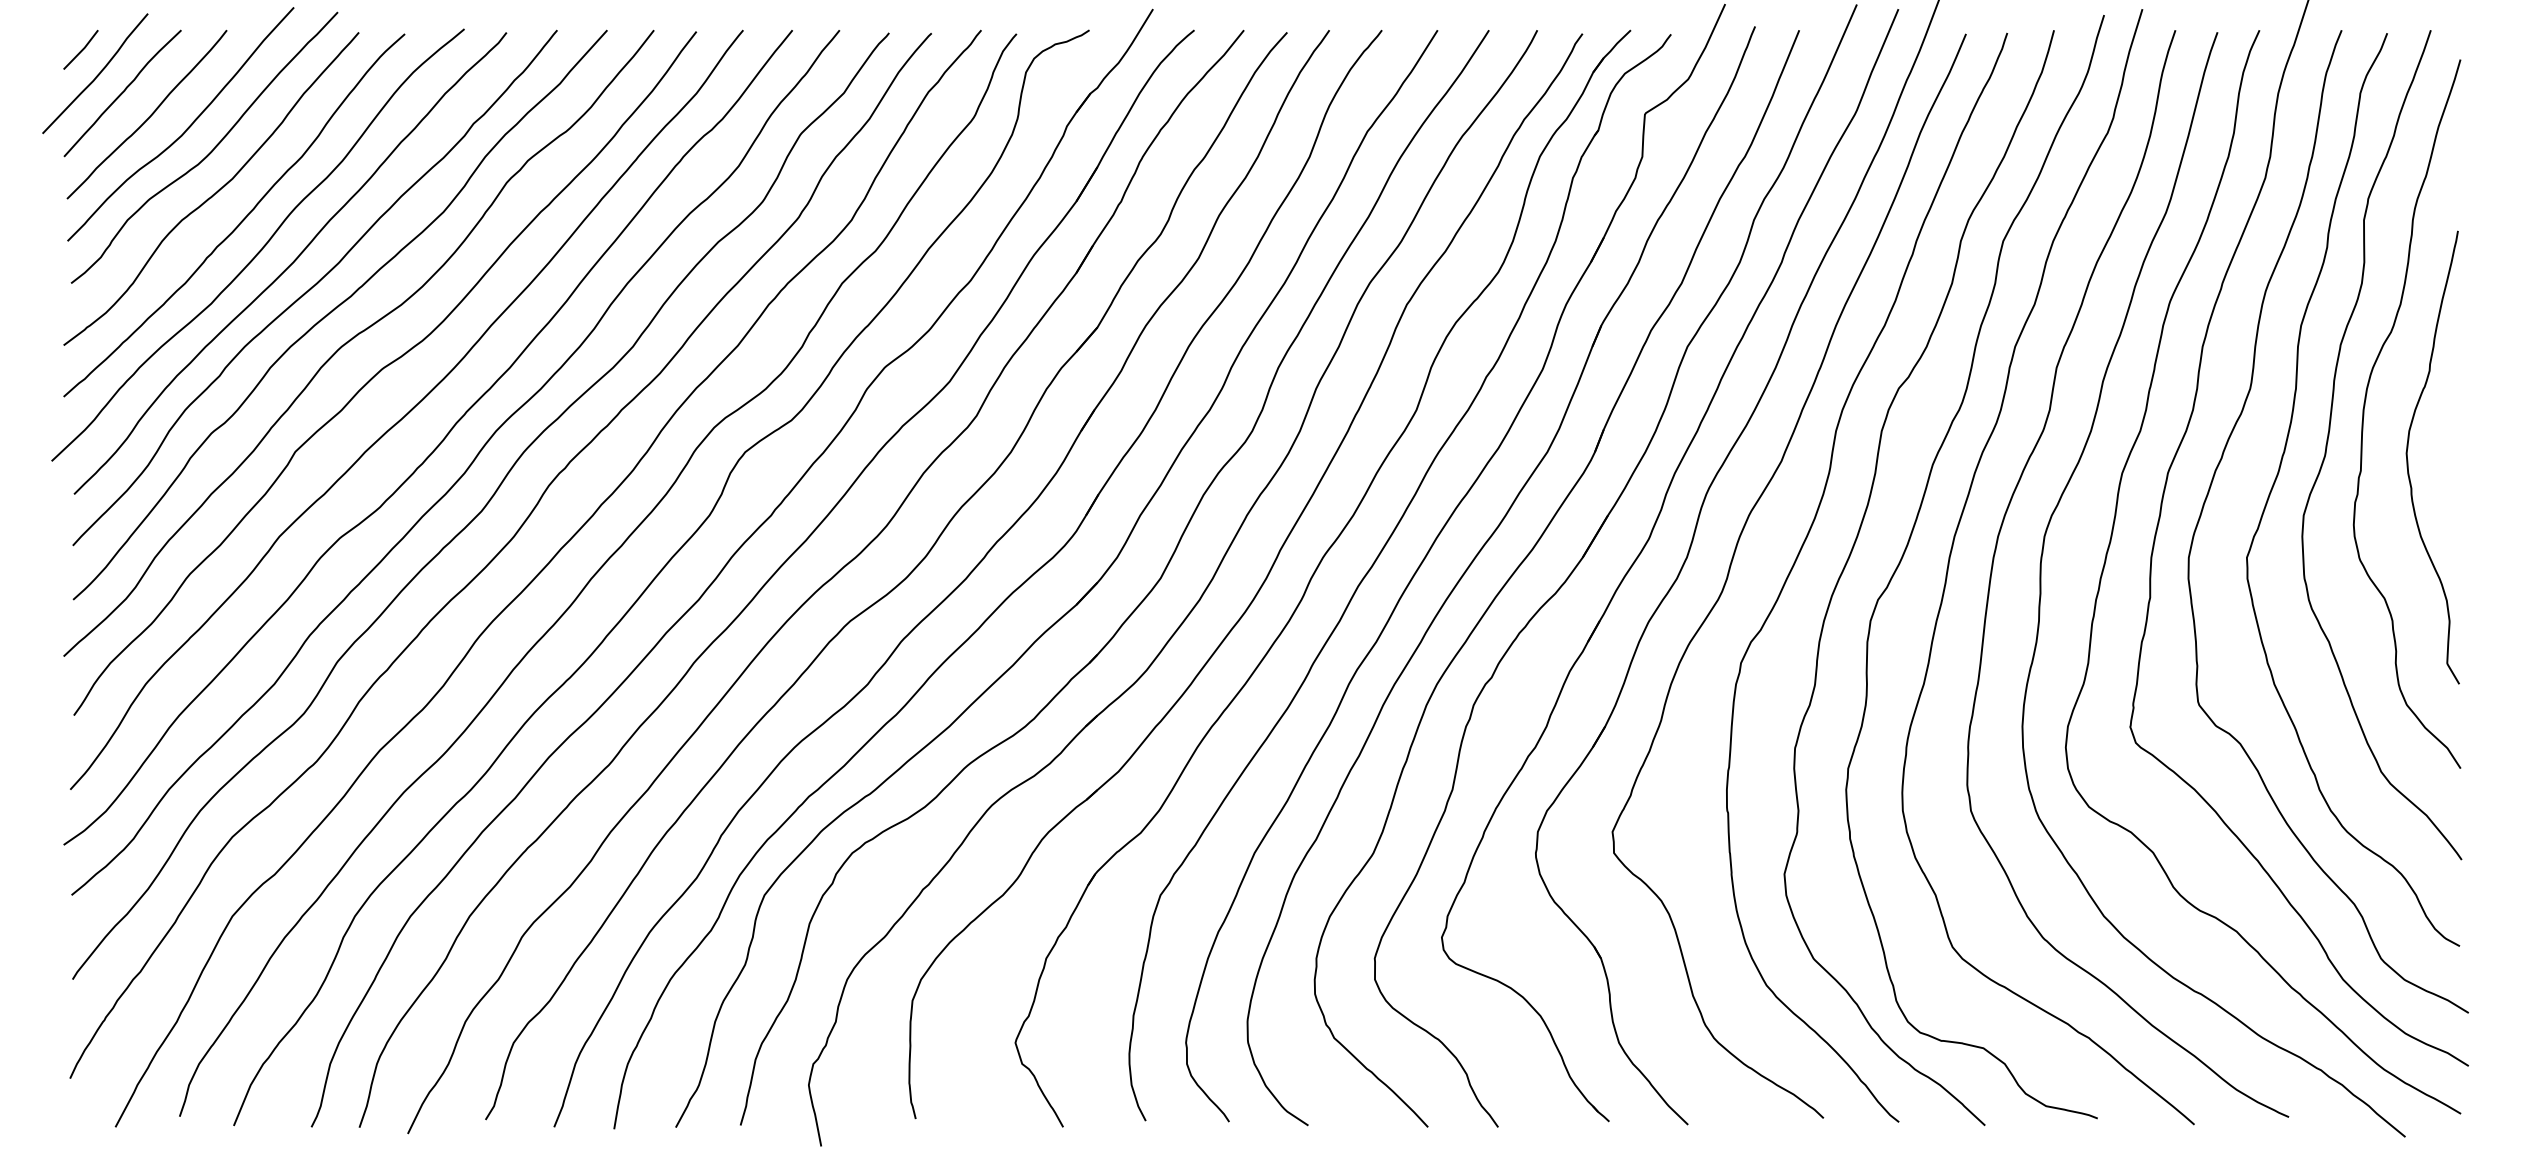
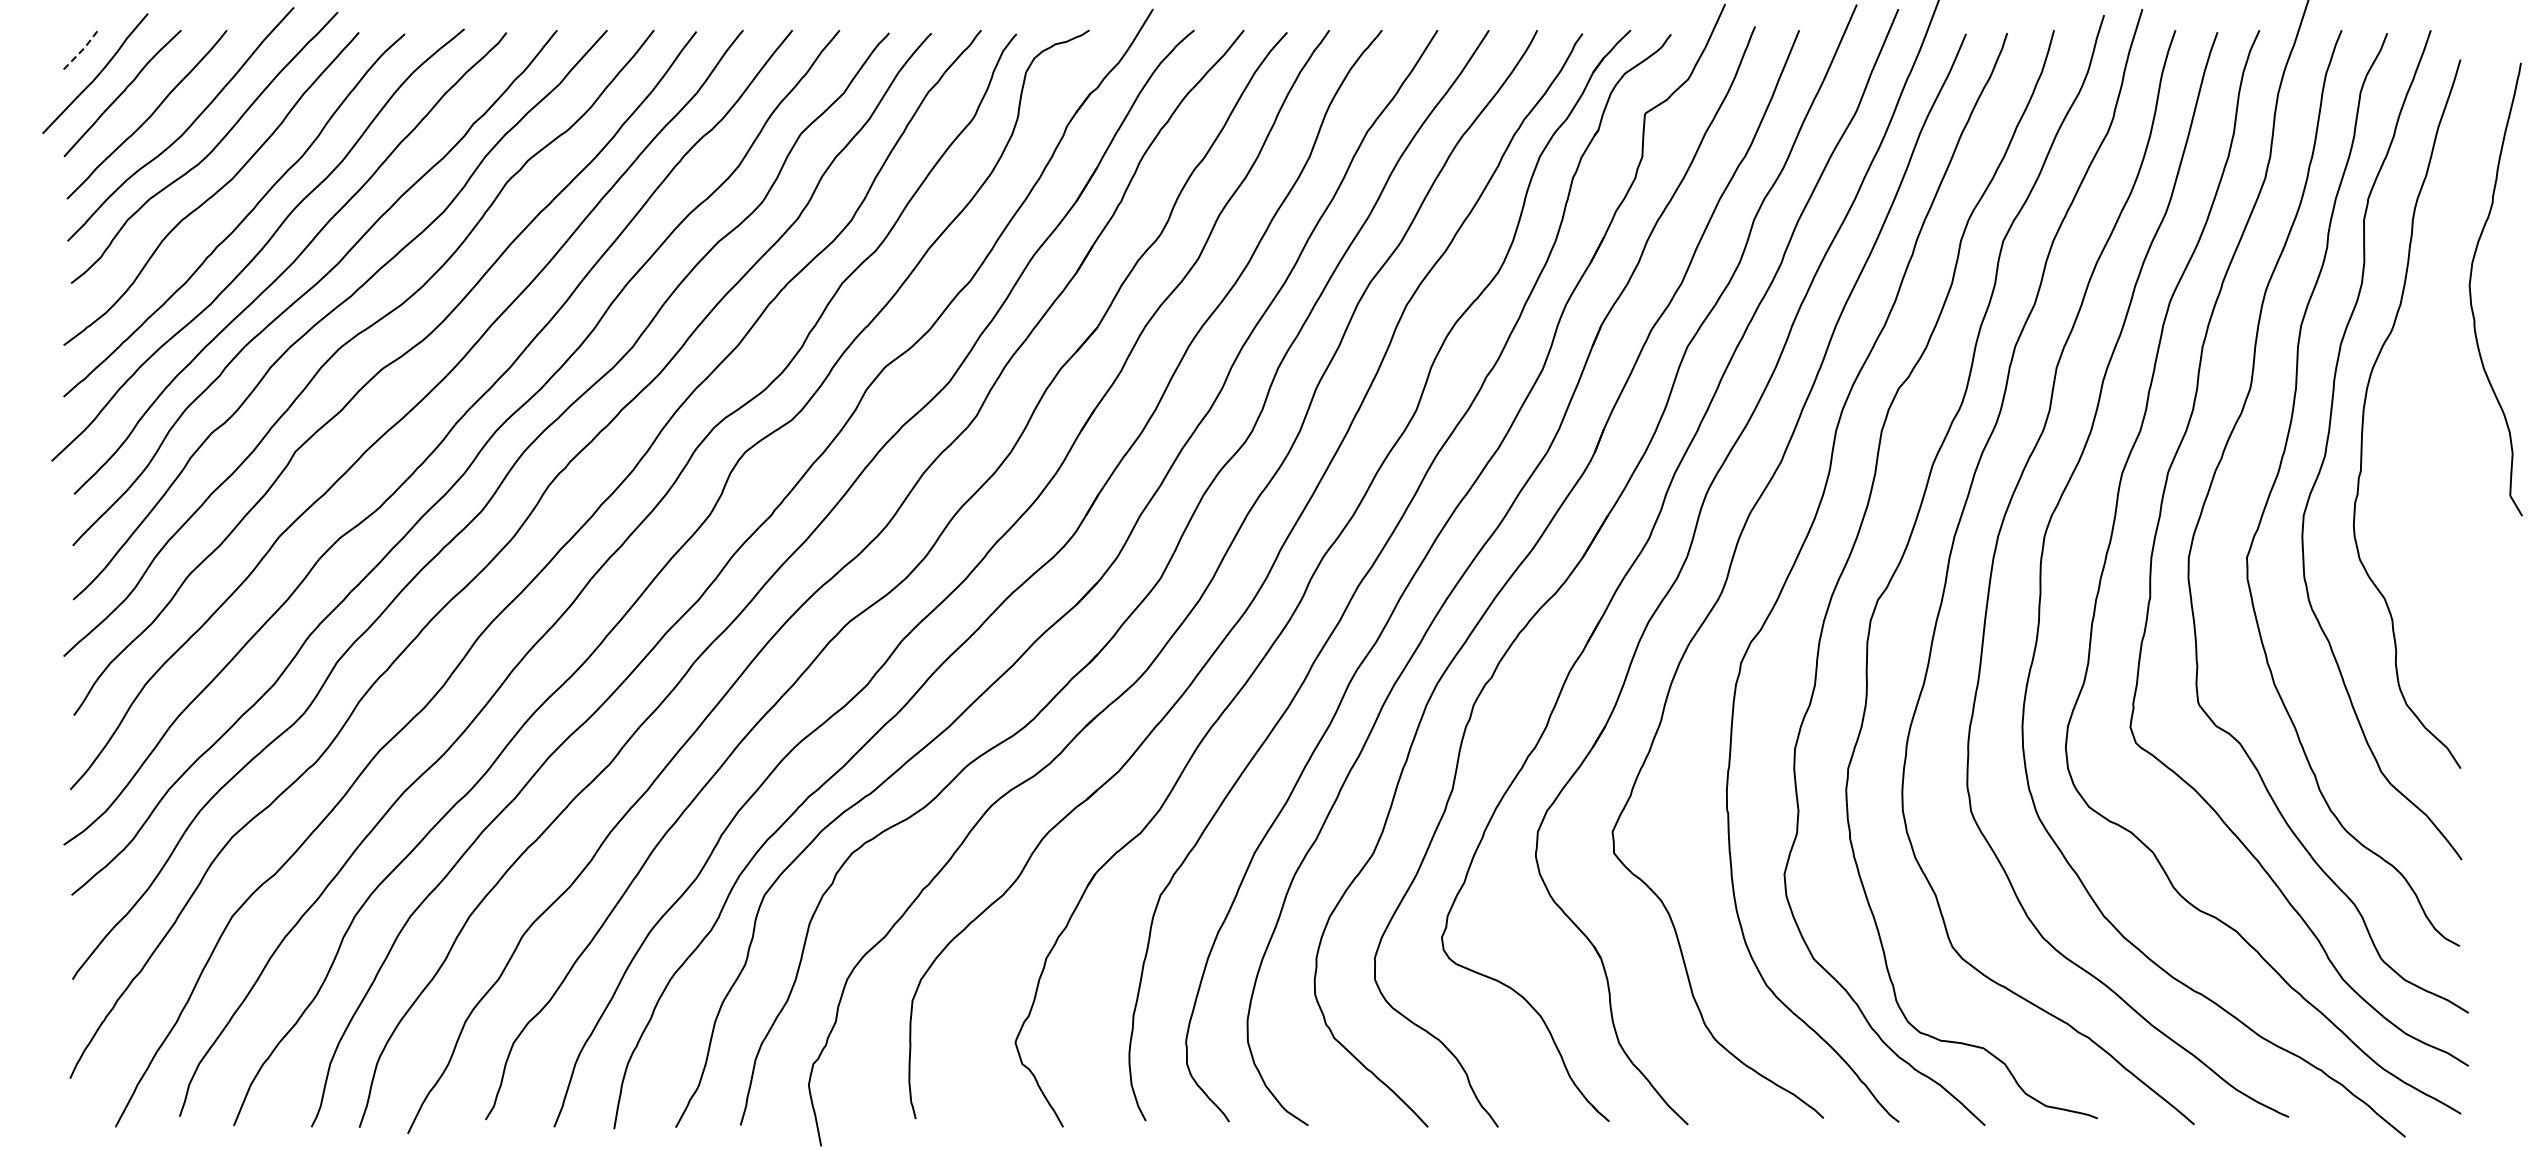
line at (82, 49): solid -> dashed
curve at (2408, 460) position: (2408, 460) -> (2471, 292)
